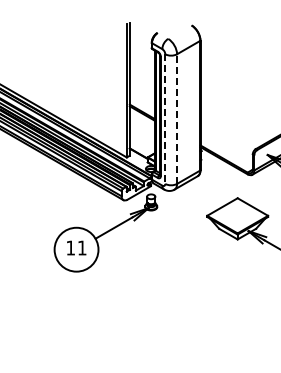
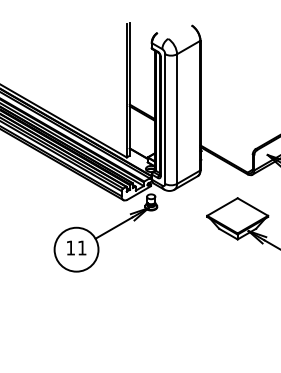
line at (165, 119): dashed -> solid
line at (177, 119): dashed -> solid
